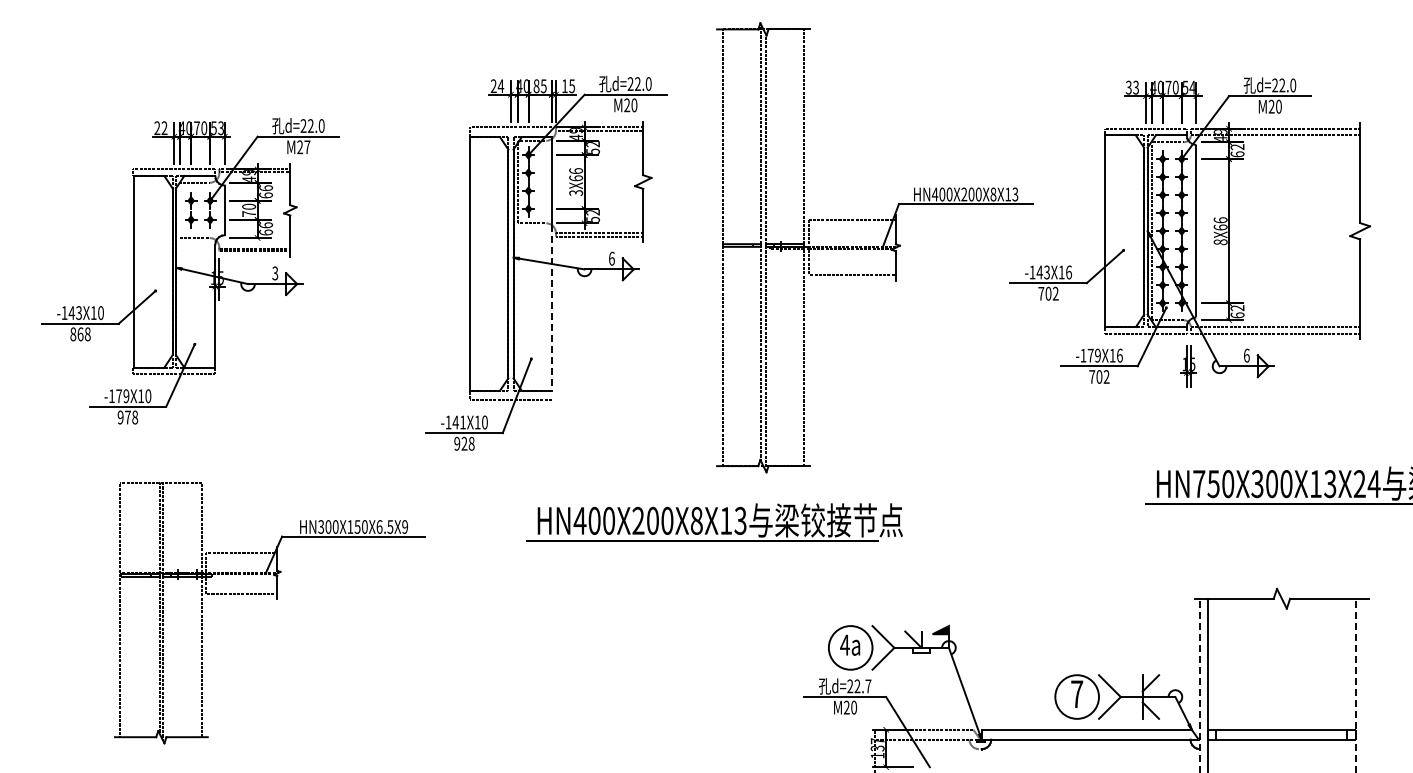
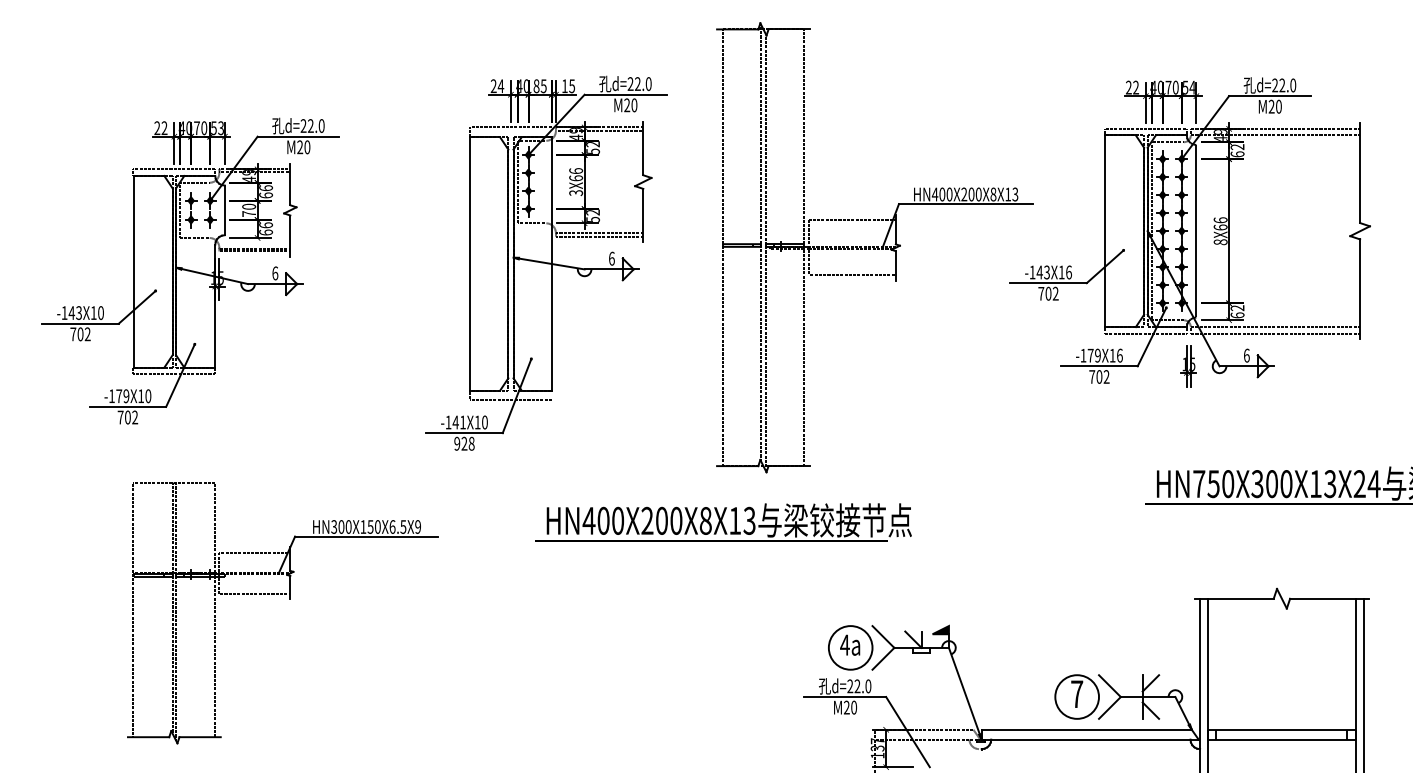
text at (1132, 87): 33 -> 22
text at (307, 147): M27 -> M20
line at (180, 209): none -> present
text at (275, 273): 3 -> 6
line at (551, 307): dashed -> solid
text at (80, 334): 868 -> 702
text at (127, 417): 978 -> 702
text at (714, 522) position: (714, 522) -> (723, 522)
part at (276, 599) position: (276, 599) -> (289, 599)
line at (1363, 683): none -> present
line at (1200, 685): dashed -> solid
line at (1355, 685): dashed -> solid
text at (868, 686): d=22.7 -> d=22.0
